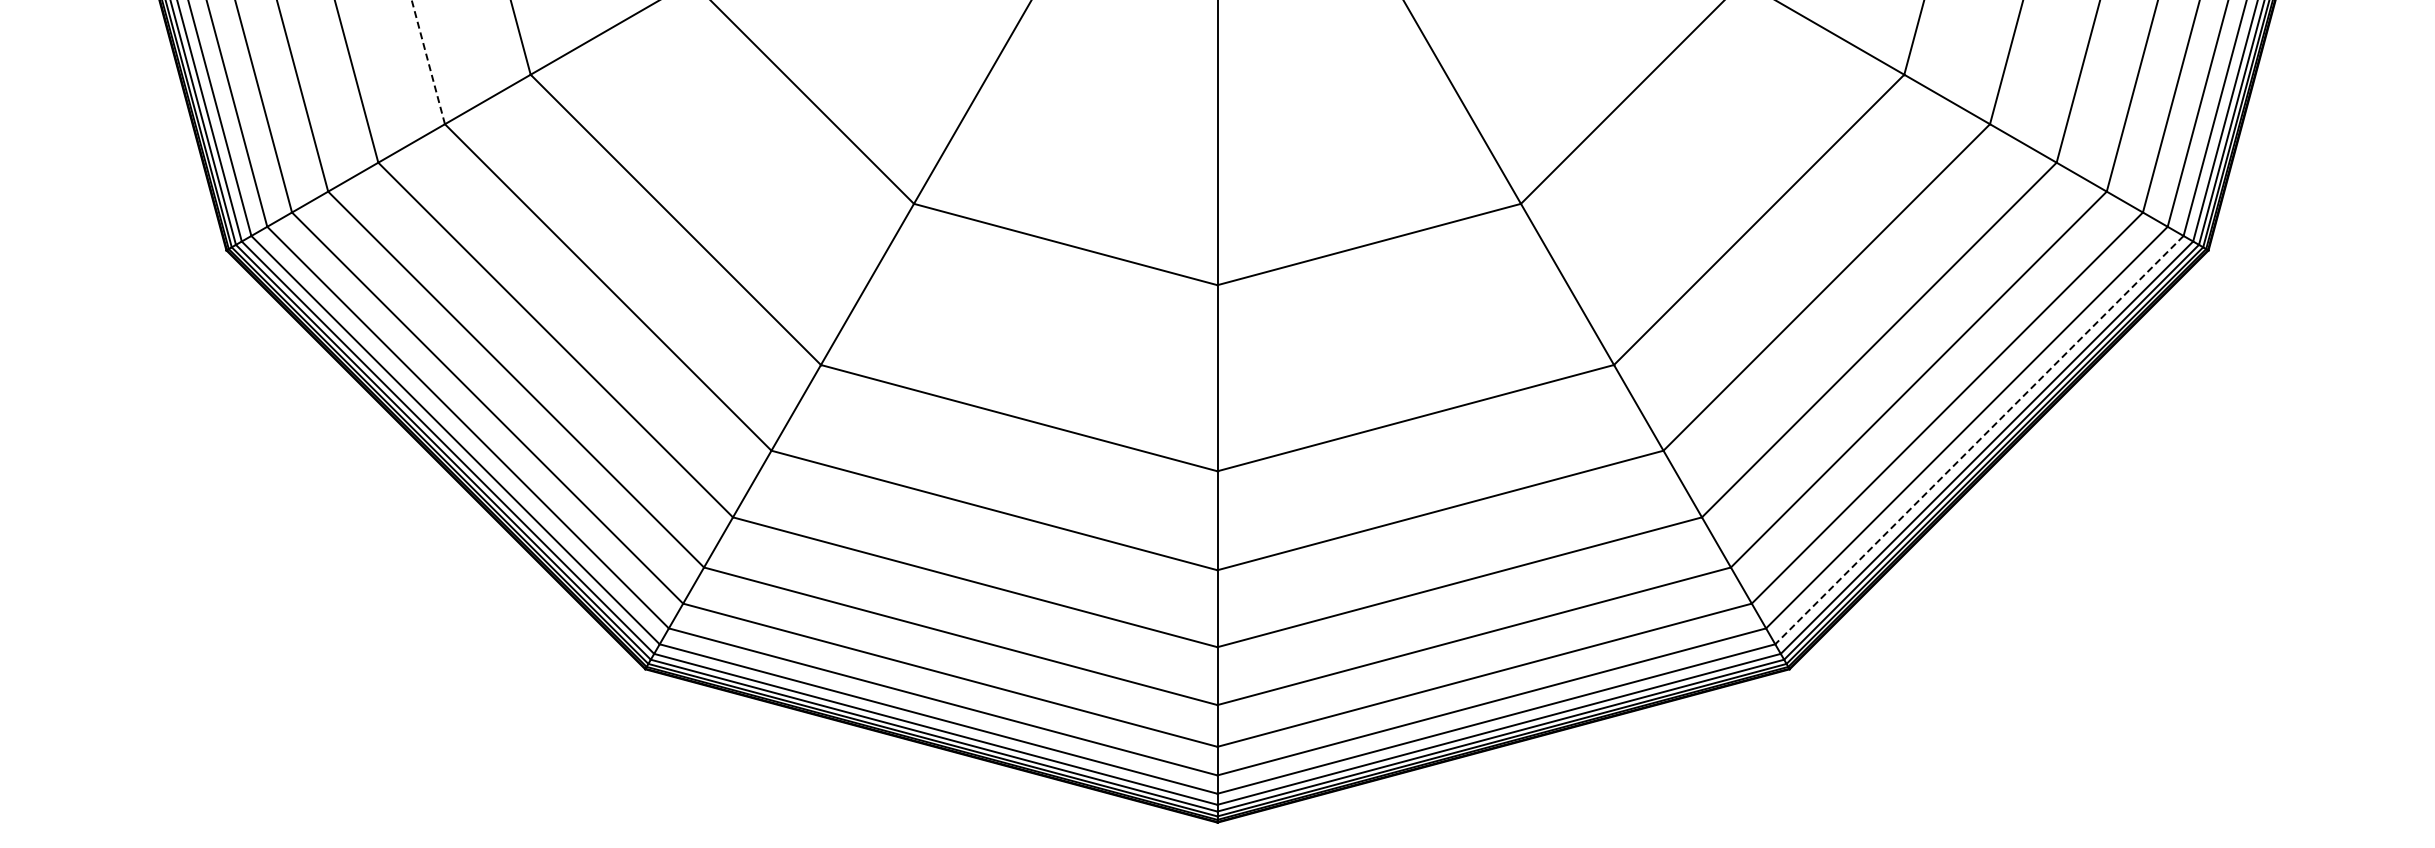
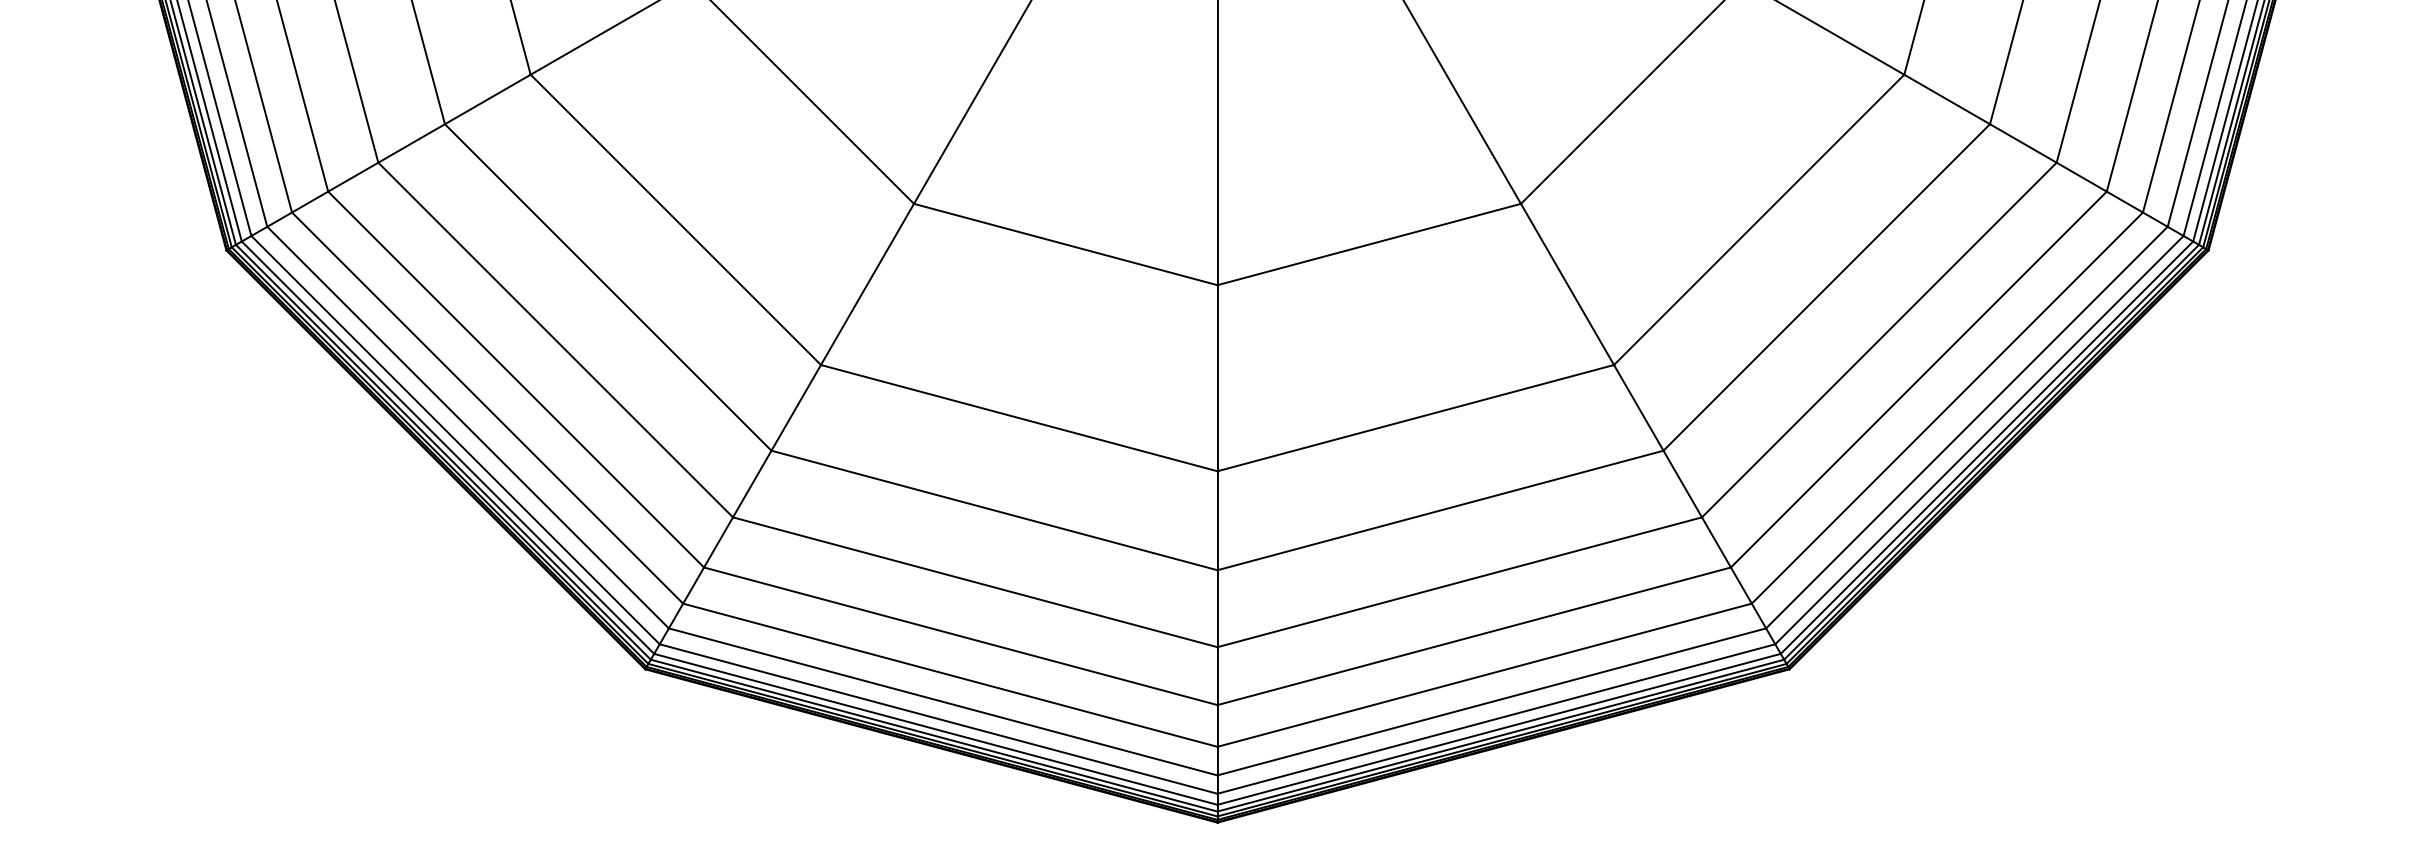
line at (428, 62): dashed -> solid
line at (1979, 440): dashed -> solid
